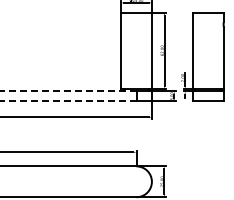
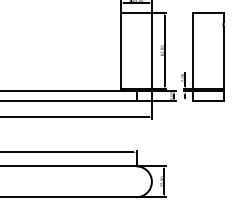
line at (68, 91): dashed -> solid
line at (68, 101): dashed -> solid
